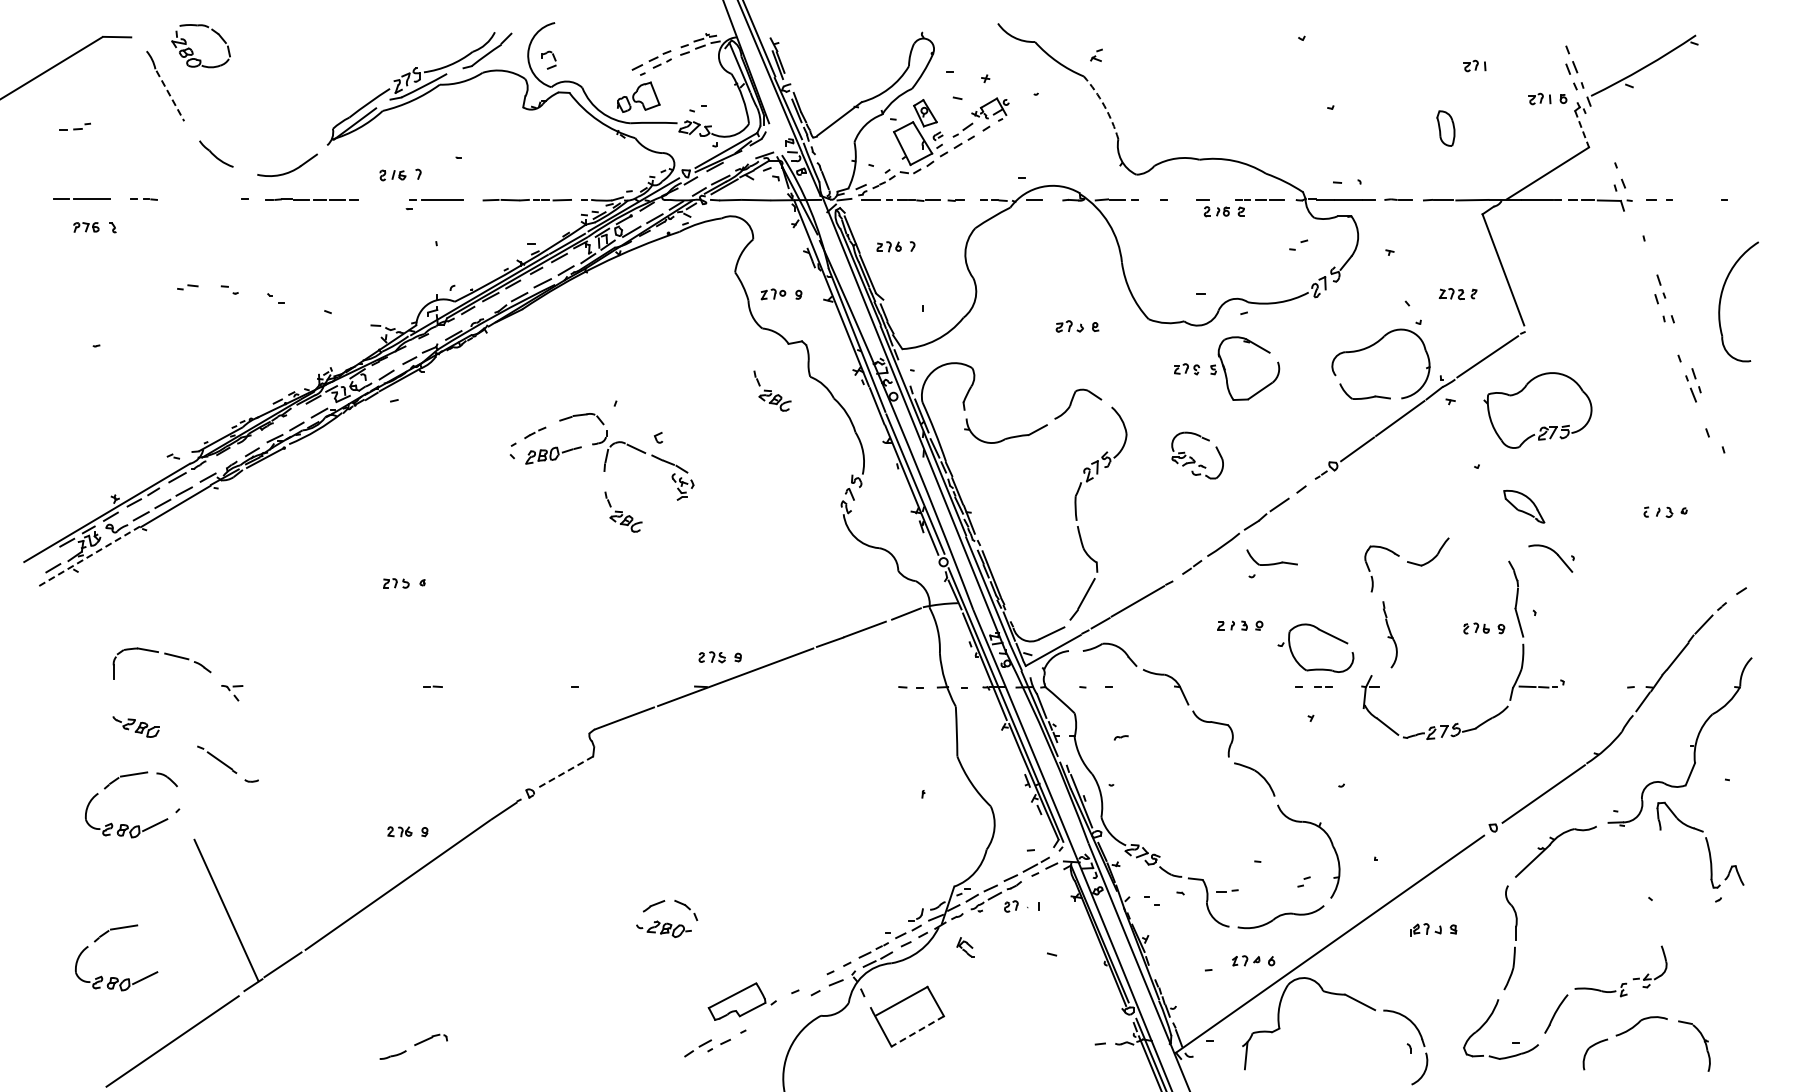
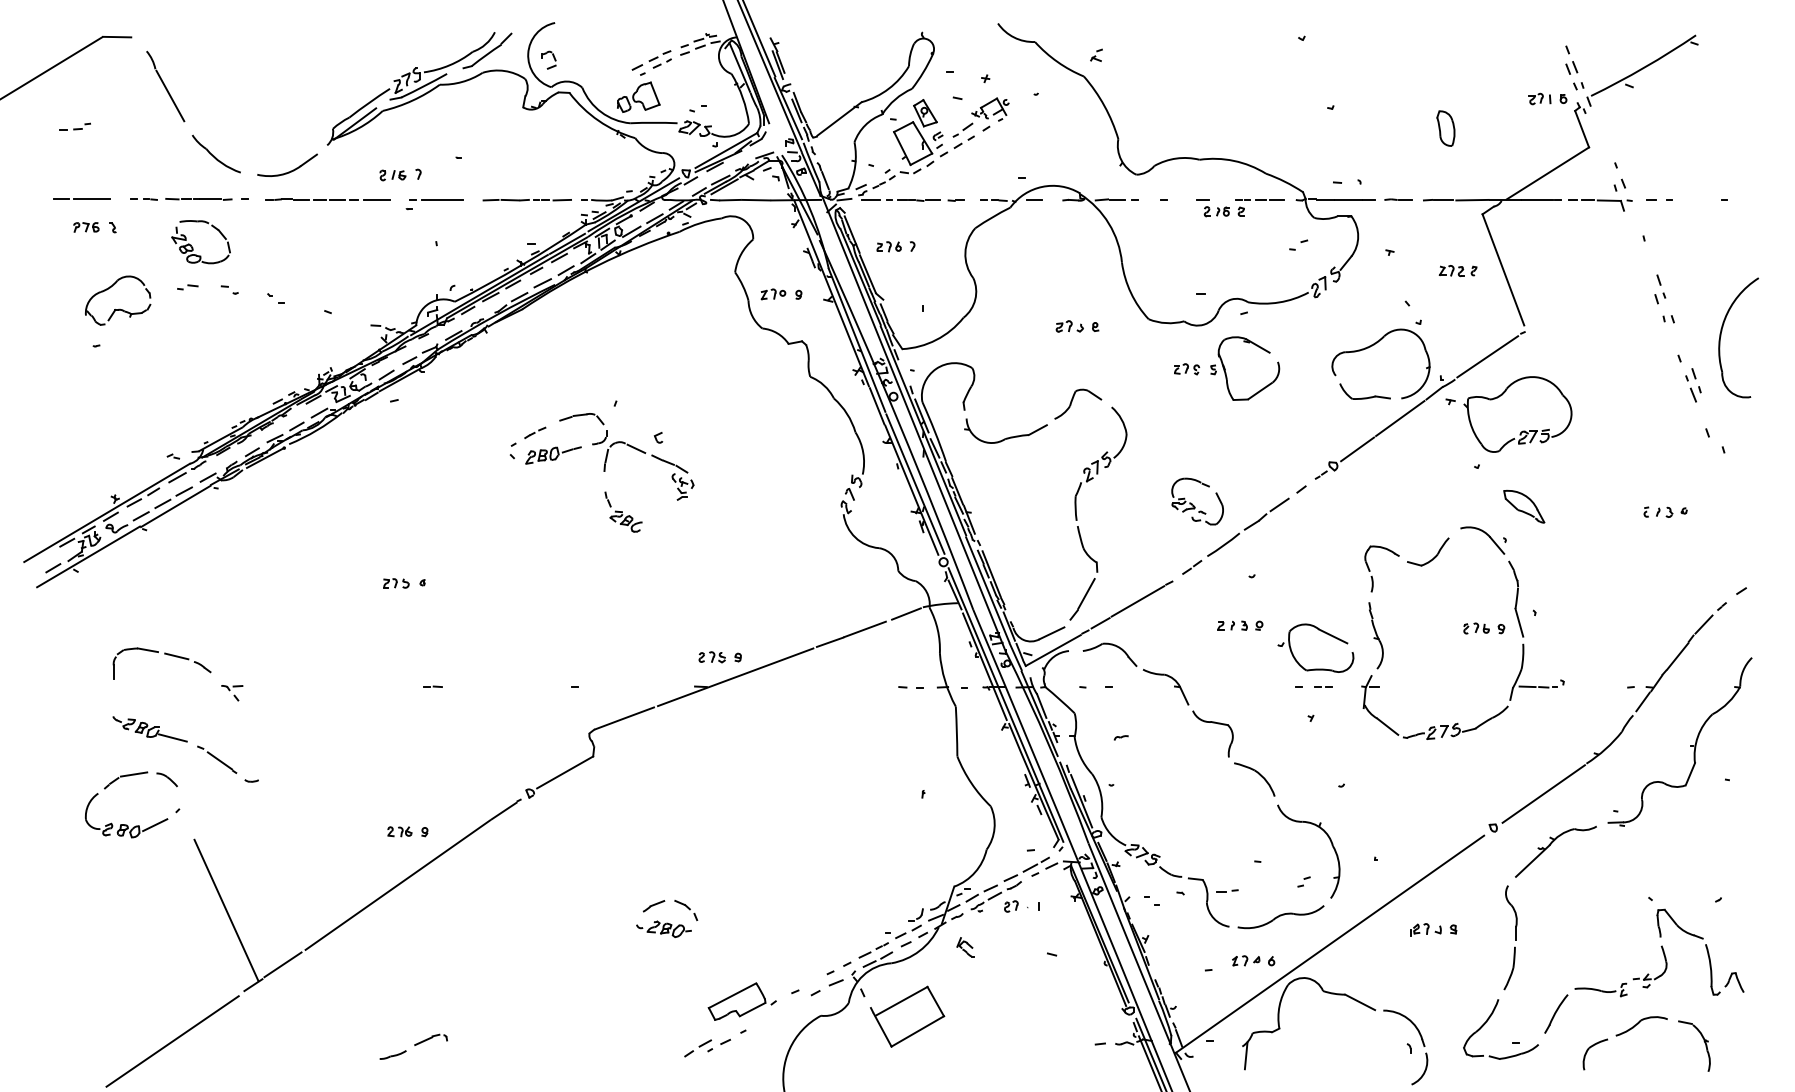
part at (193, 51) position: (193, 51) -> (193, 247)
part at (1474, 65): present -> none
line at (170, 96): dashed -> solid
arc at (1104, 106): dashed -> solid
line at (1582, 129): dashed -> solid
part at (216, 153) size: 35x28 px -> 49x40 px
line at (198, 199): none -> present
line at (376, 199): none -> present
part at (1457, 294) position: (1457, 294) -> (1457, 271)
part at (1721, 300) position: (1721, 300) -> (1721, 336)
part at (119, 308): none -> present
part at (772, 390): present -> none
part at (1542, 426) position: (1542, 426) -> (1522, 430)
part at (1197, 455) position: (1197, 455) -> (1197, 501)
part at (1553, 552) position: (1553, 552) -> (1485, 534)
line at (88, 556): dashed -> solid
part at (1271, 557): present -> none
part at (1389, 634) position: (1389, 634) -> (1375, 635)
line at (172, 737): none -> present
line at (564, 772): dashed -> solid
part at (1706, 843) position: (1706, 843) -> (1706, 950)
part at (116, 977): present -> none
line at (917, 1031): dashed -> solid
